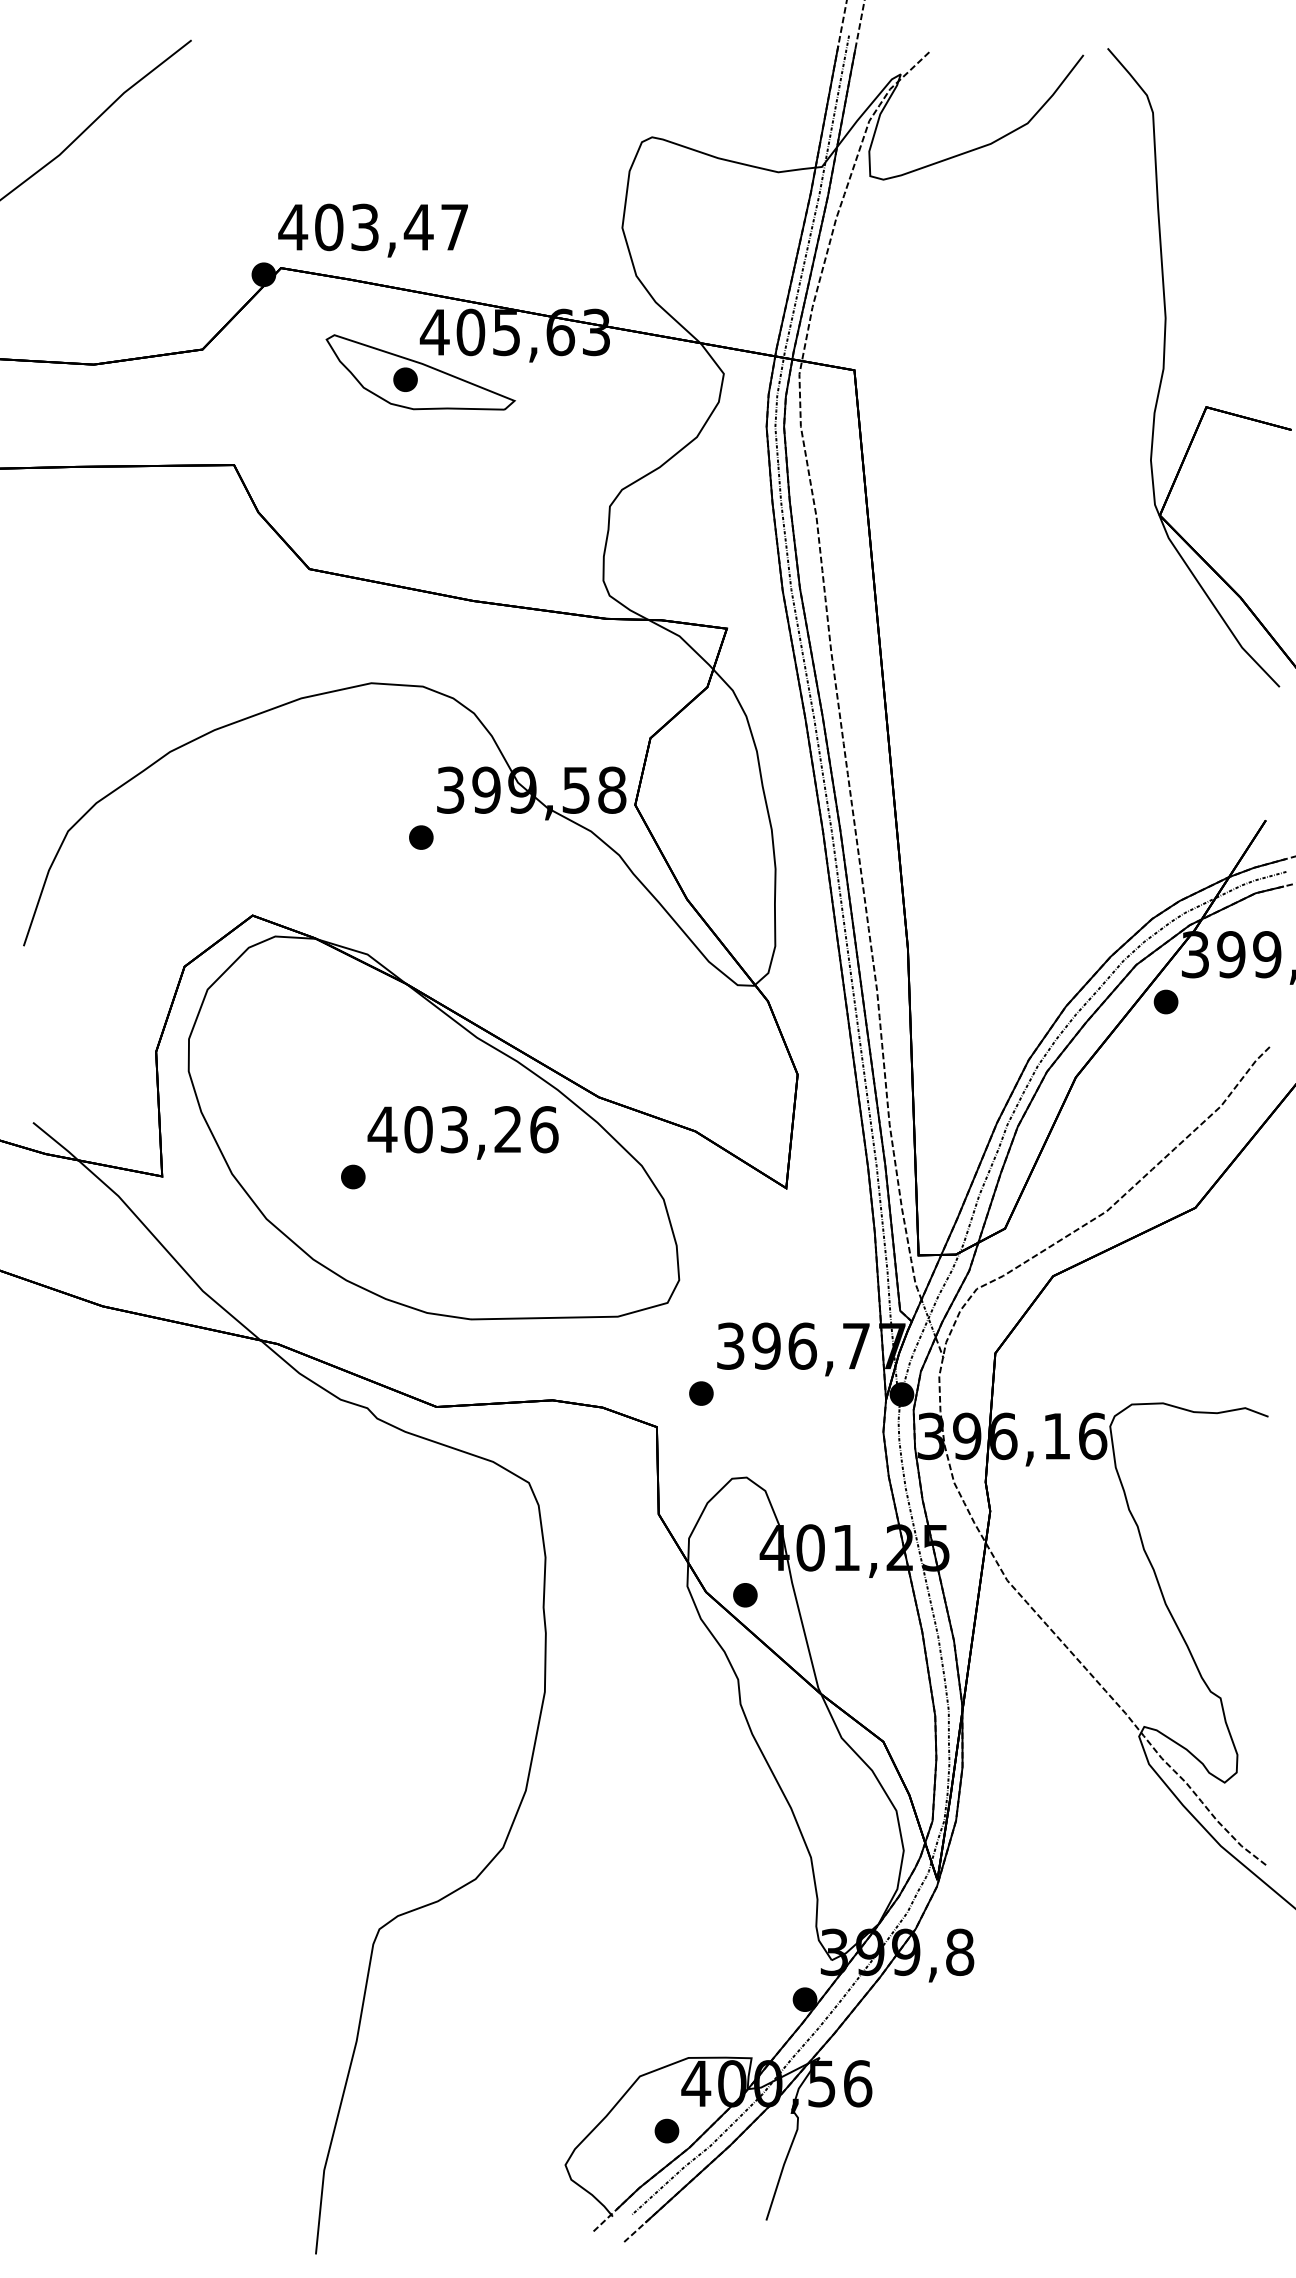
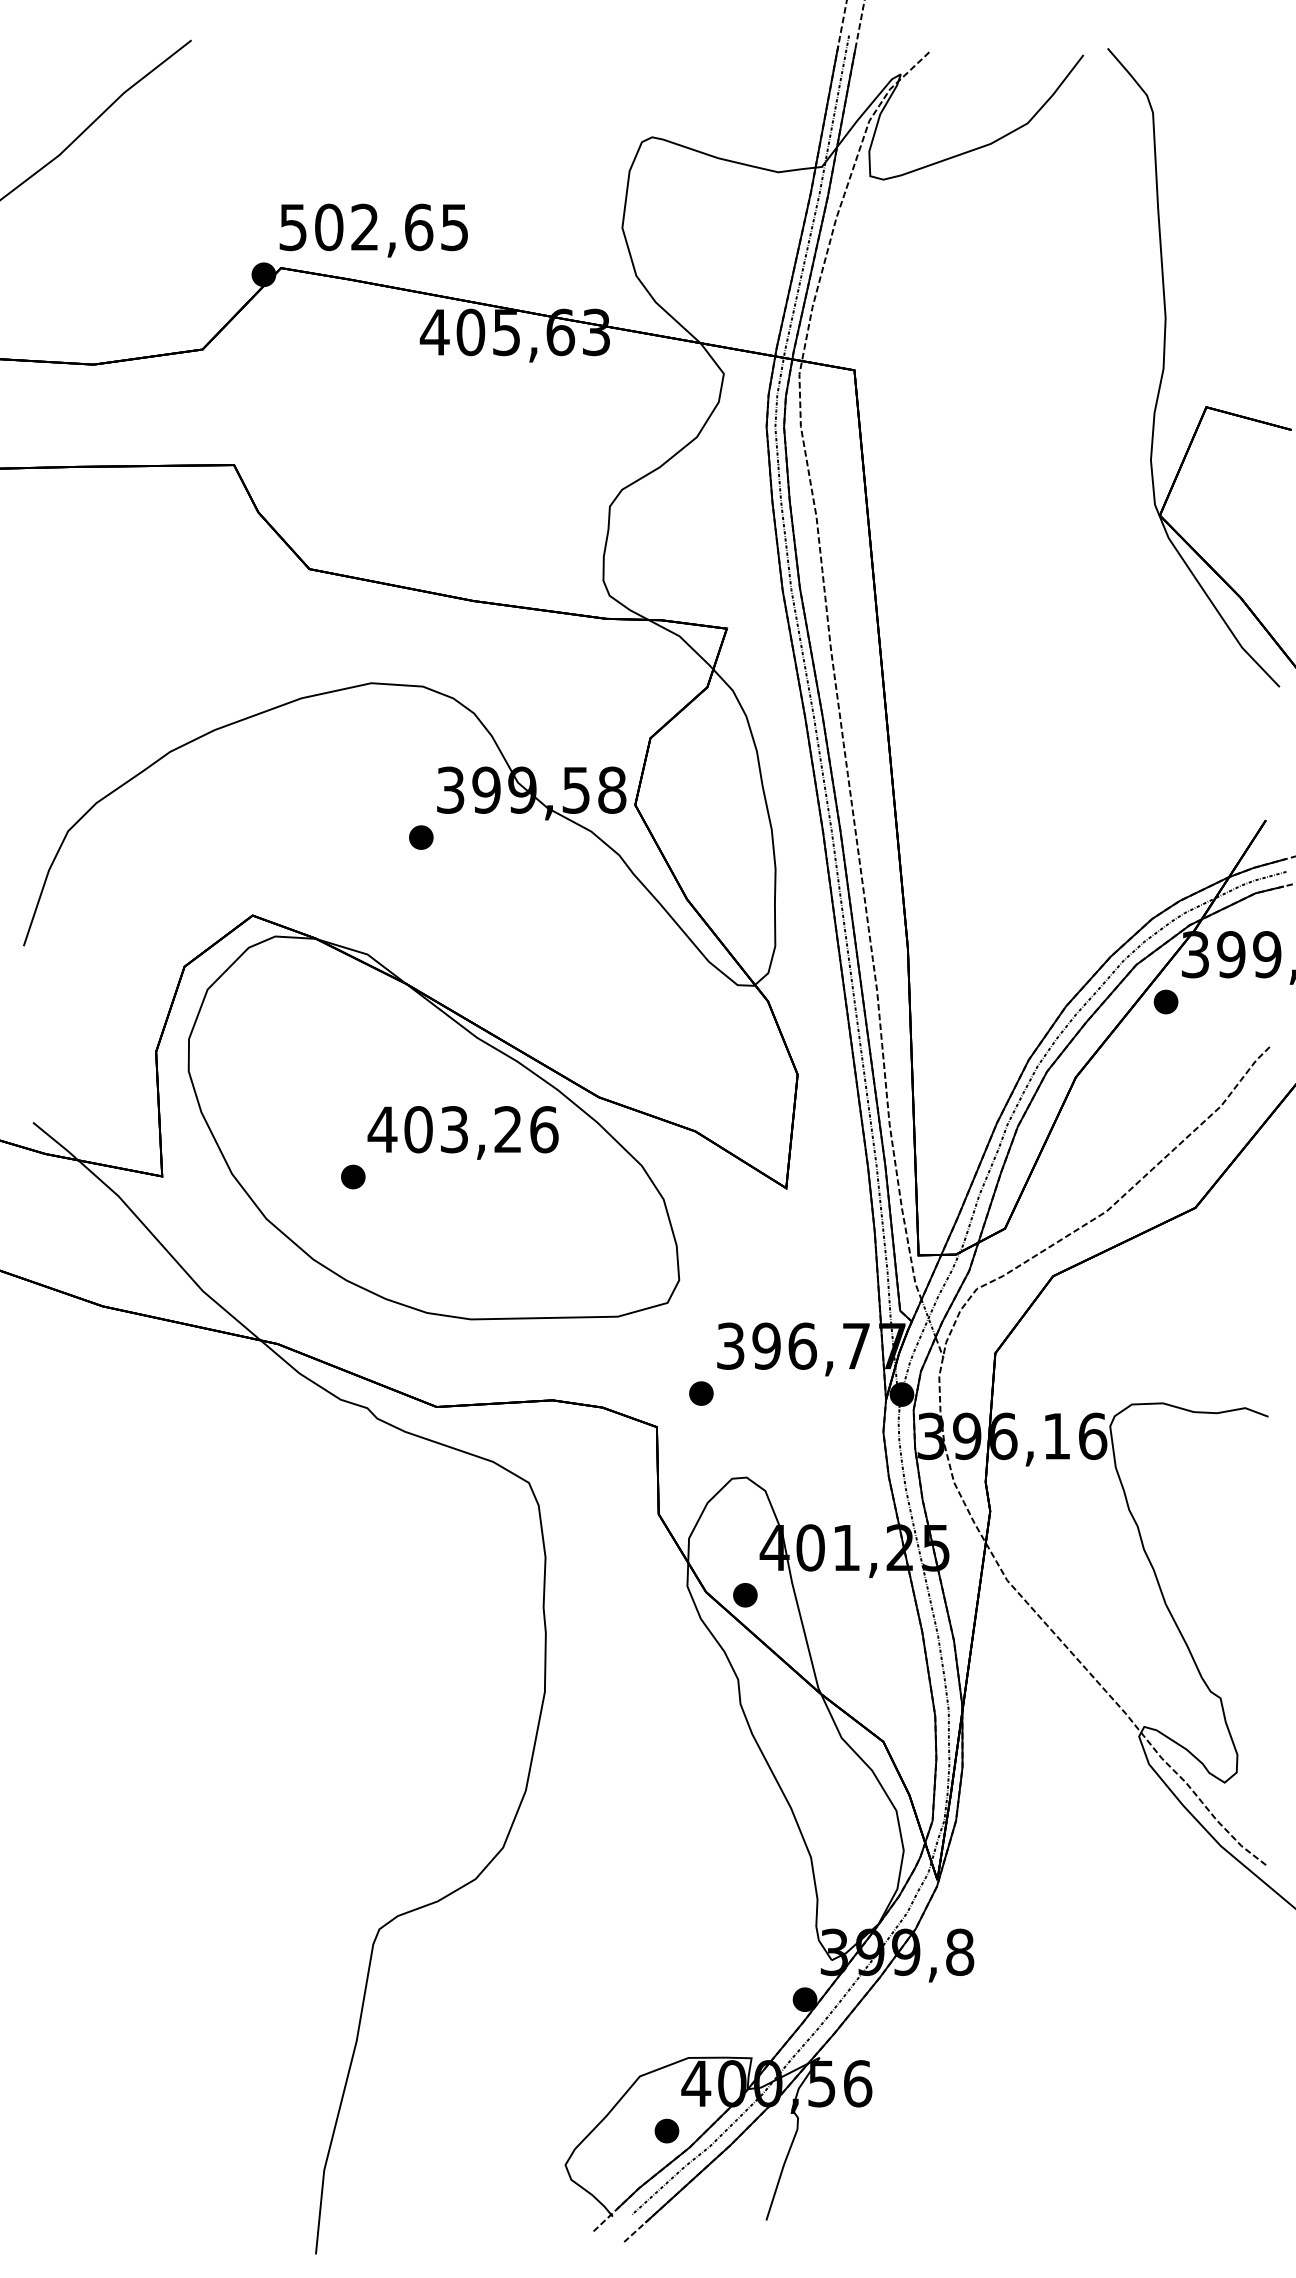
text at (372, 227): 403,47 -> 502,65
part at (420, 372): present -> none
